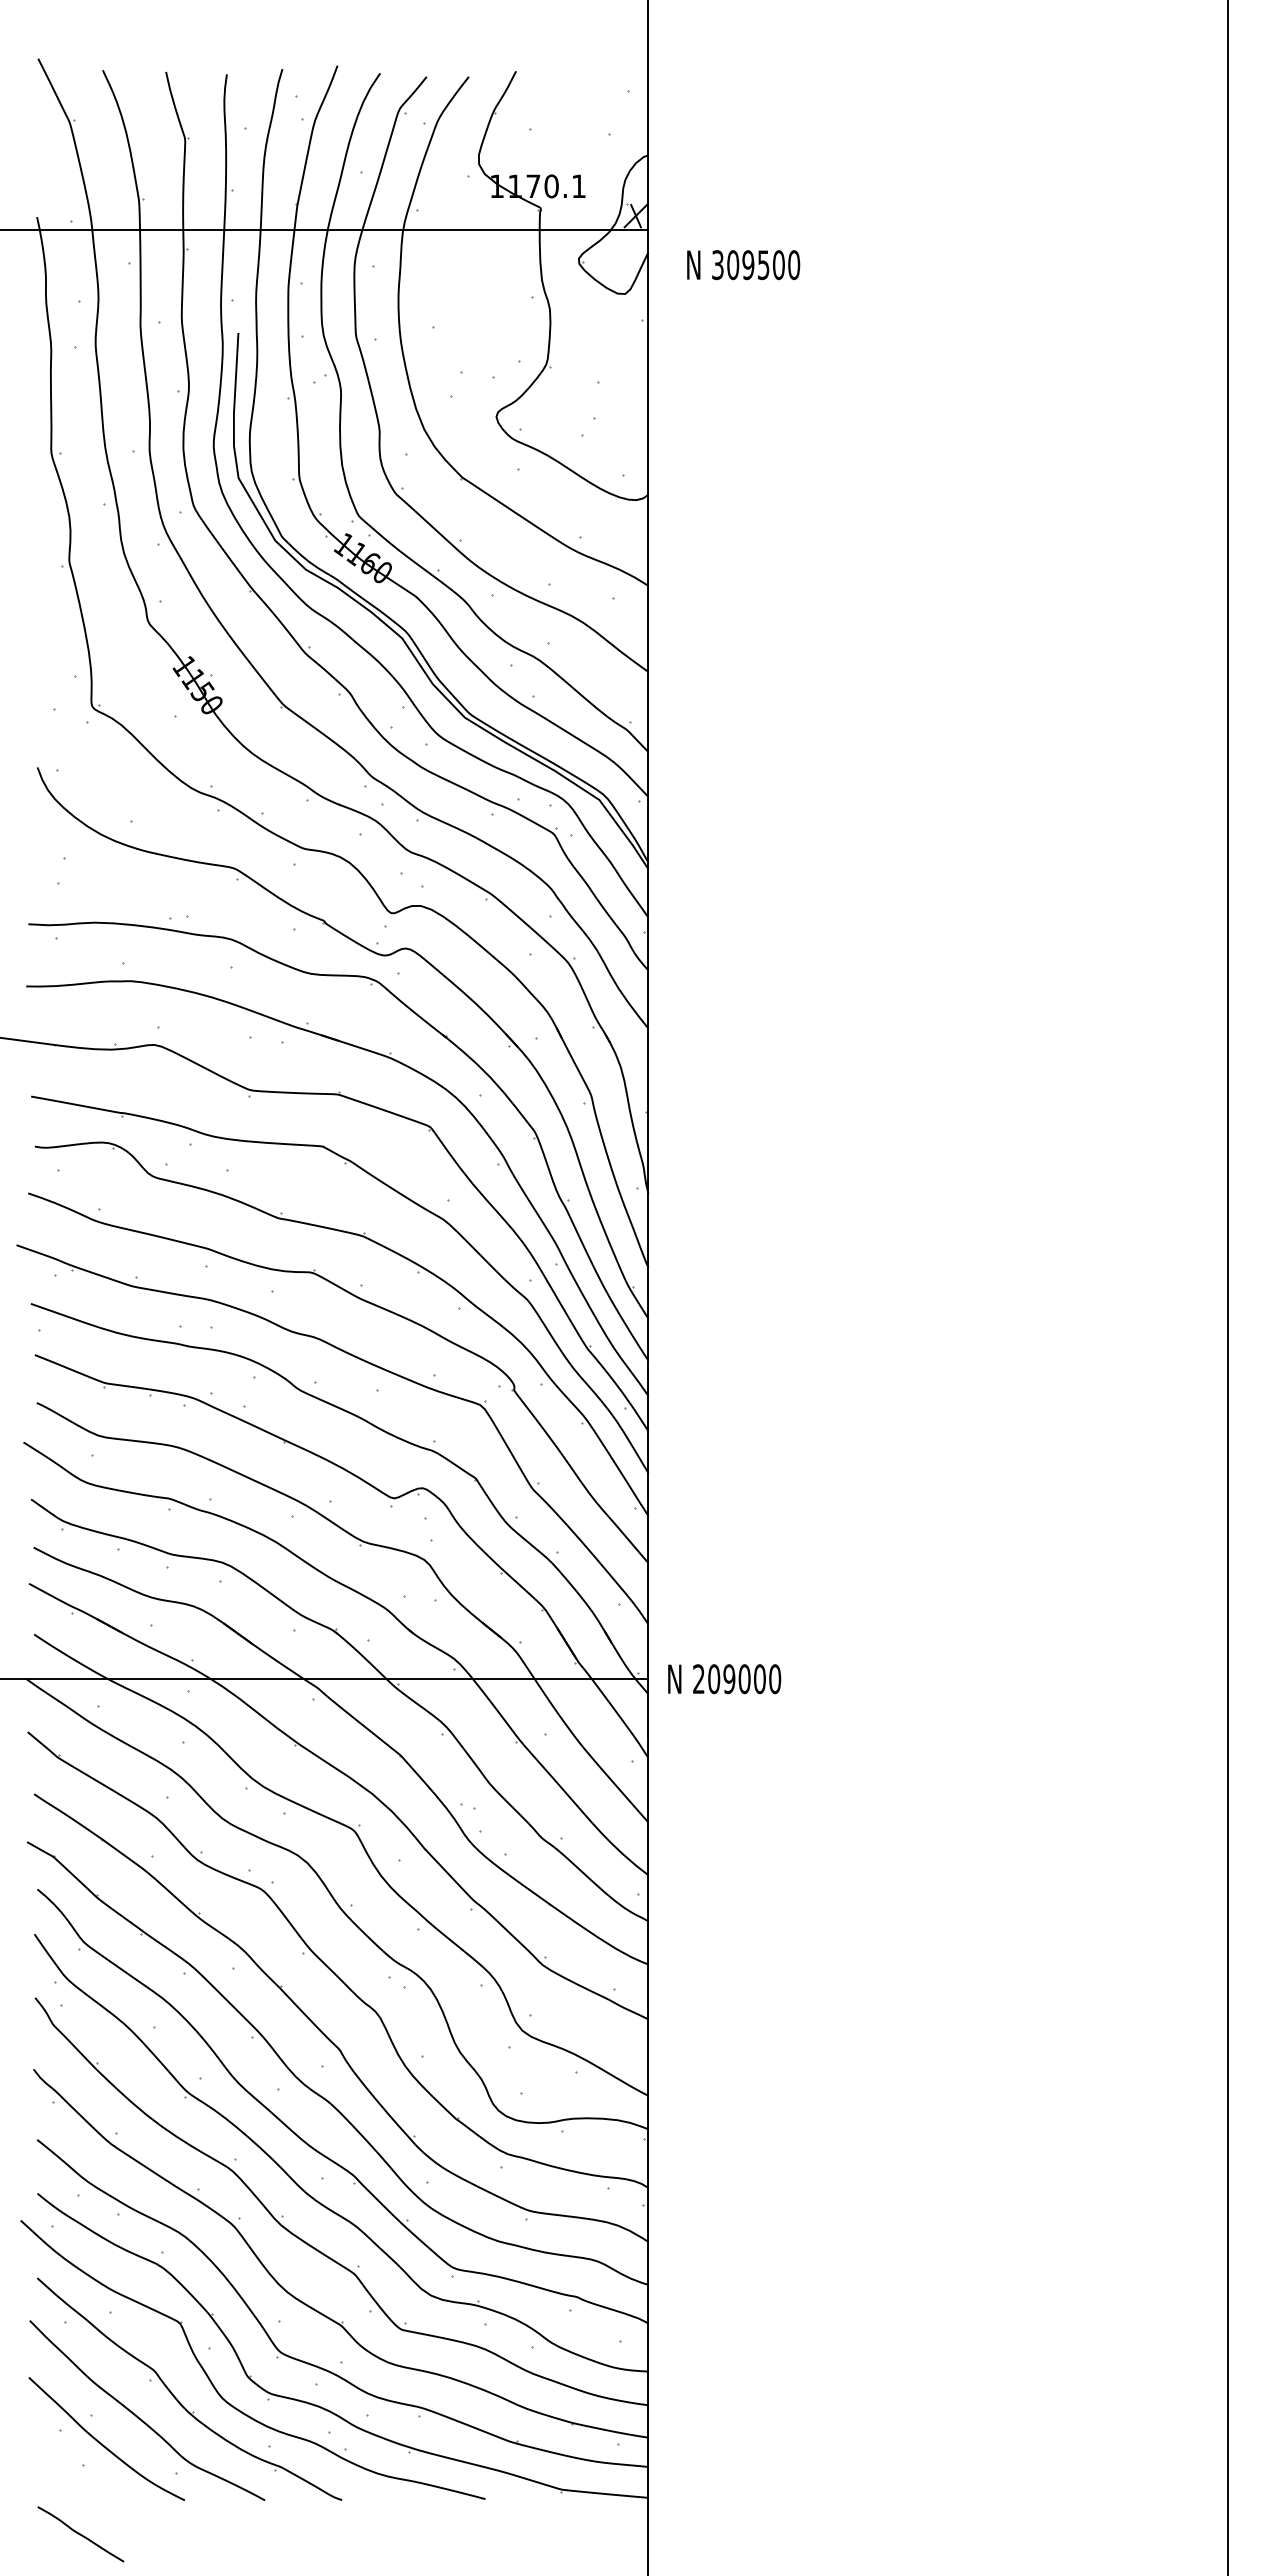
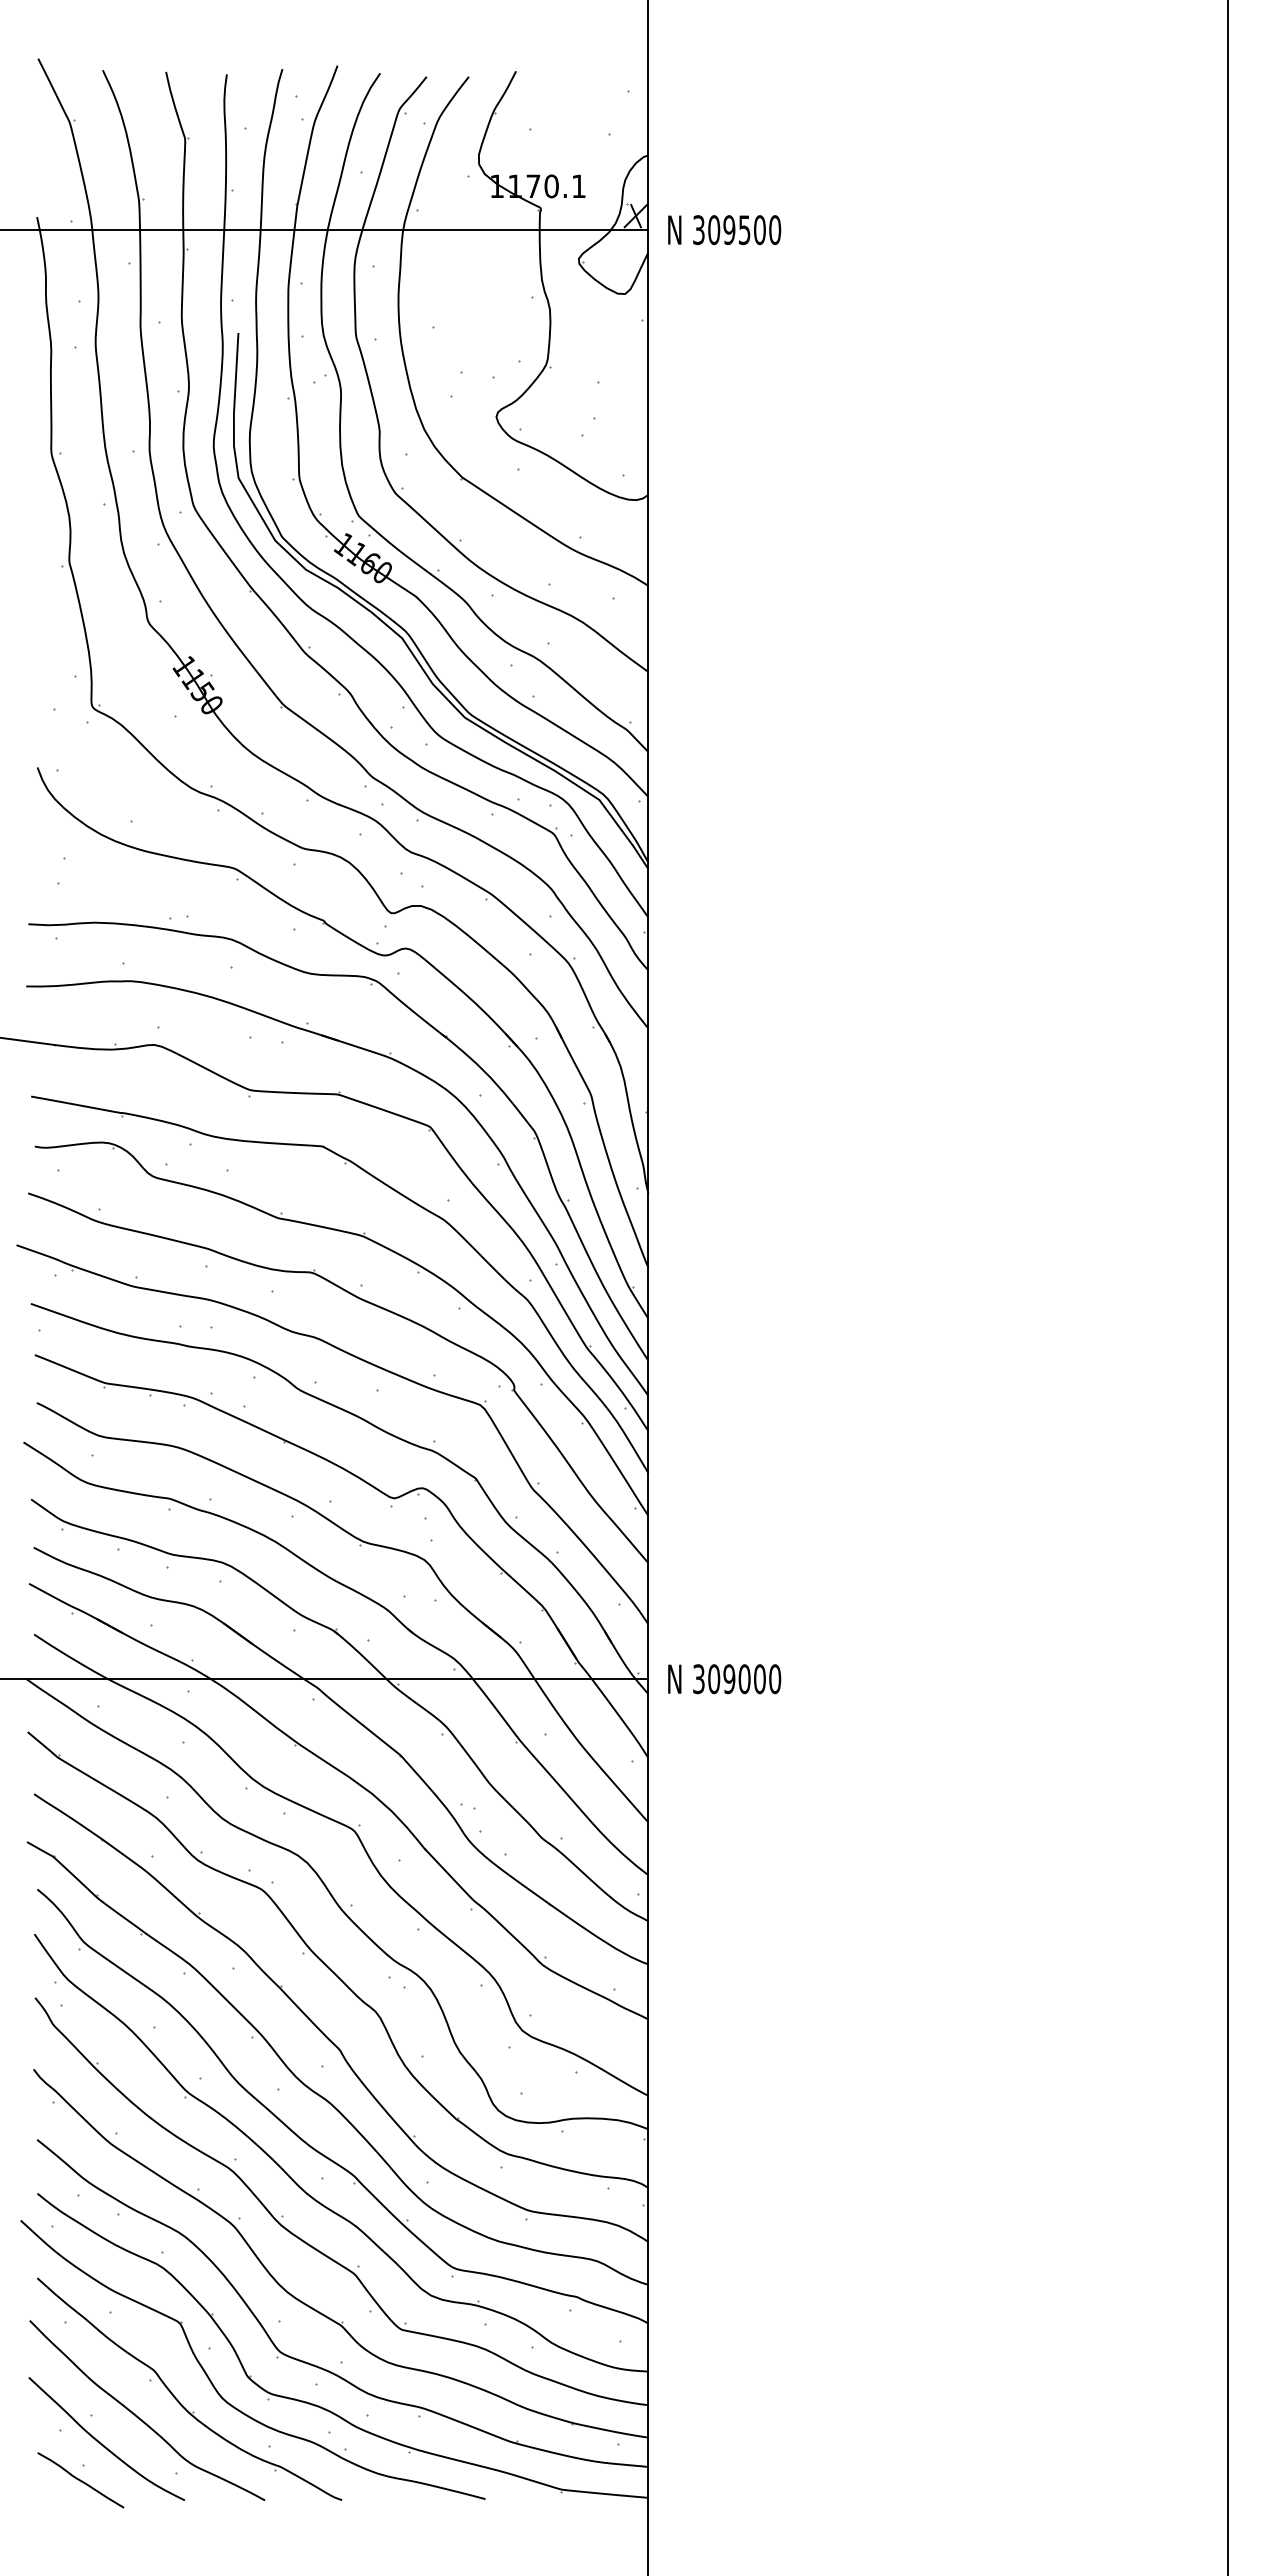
text at (743, 265) position: (743, 265) -> (724, 230)
text at (698, 1679): 209000 -> 309000
curve at (80, 2534) position: (80, 2534) -> (80, 2480)
